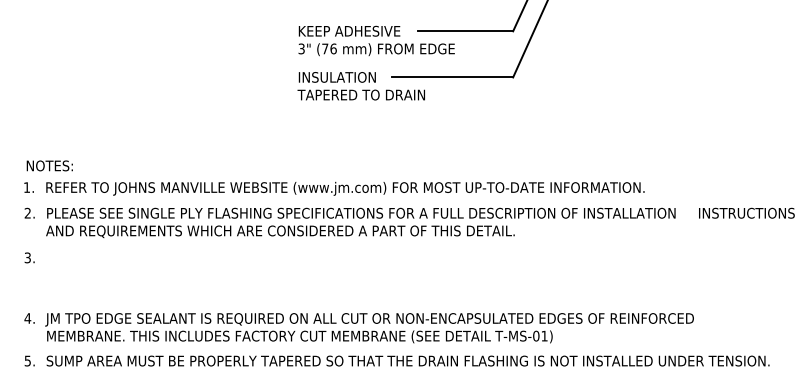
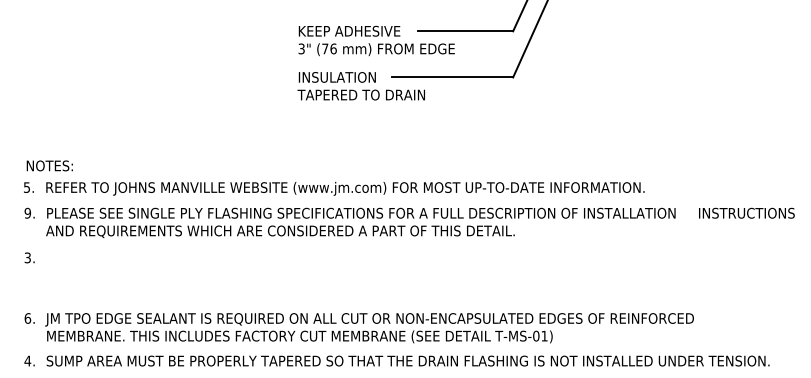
text at (26, 187): 1. -> 5.
text at (27, 213): 2. -> 9.
text at (27, 318): 4. -> 6.
text at (27, 360): 5. -> 4.
